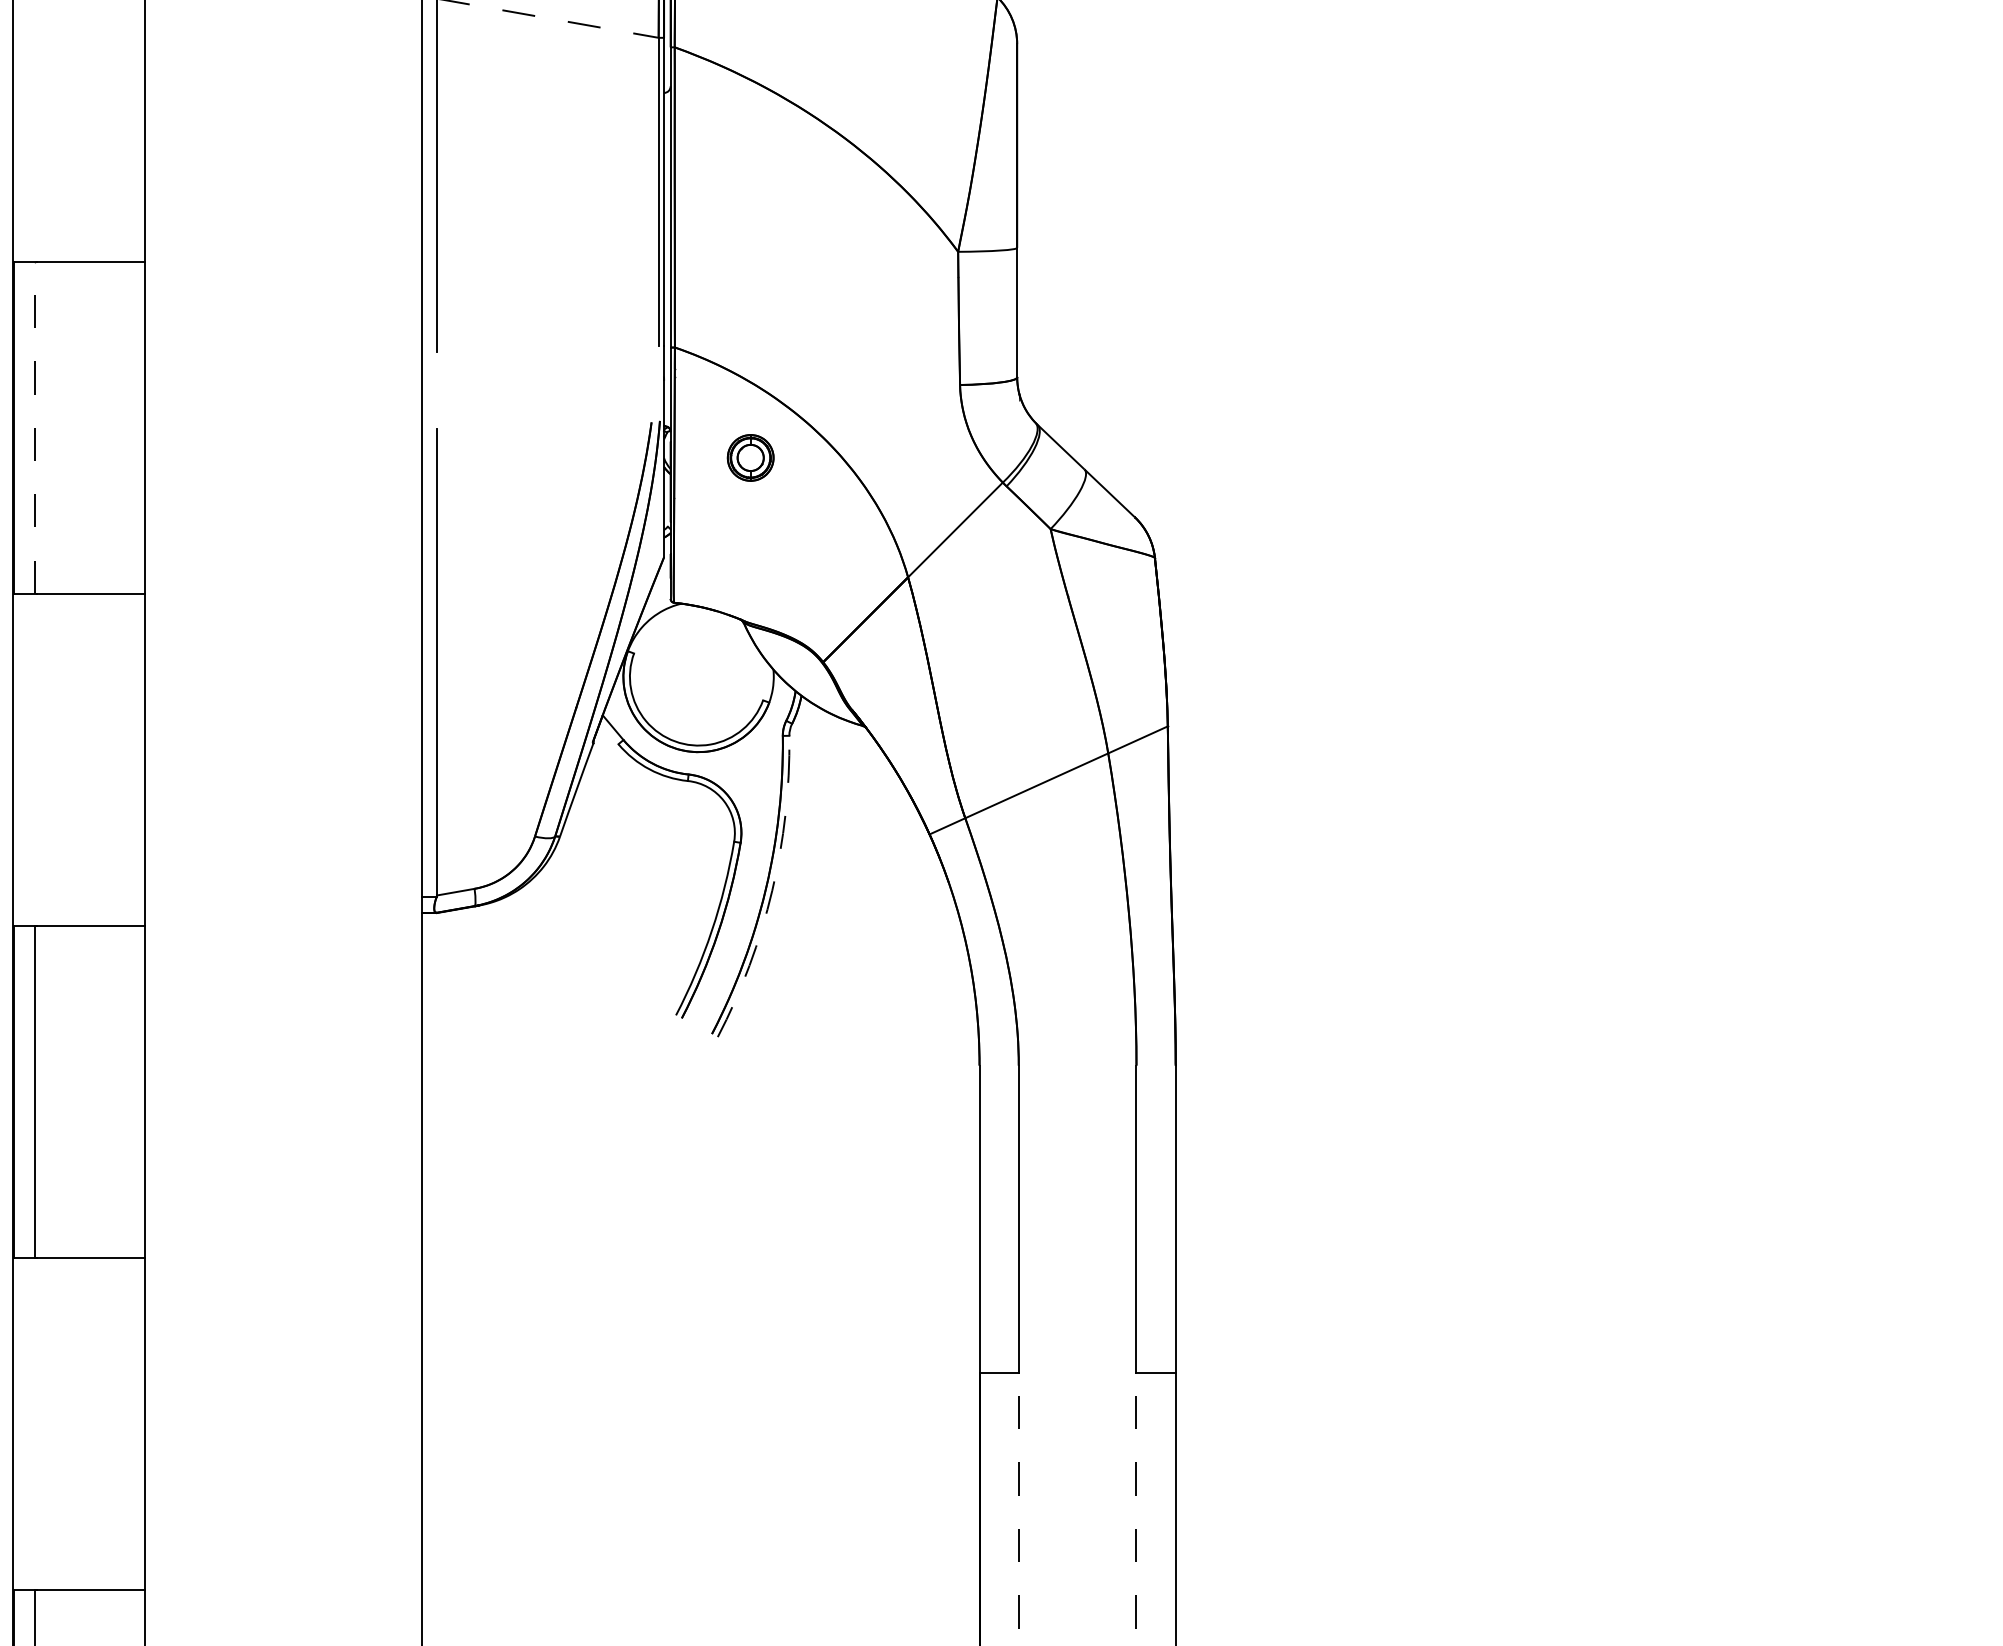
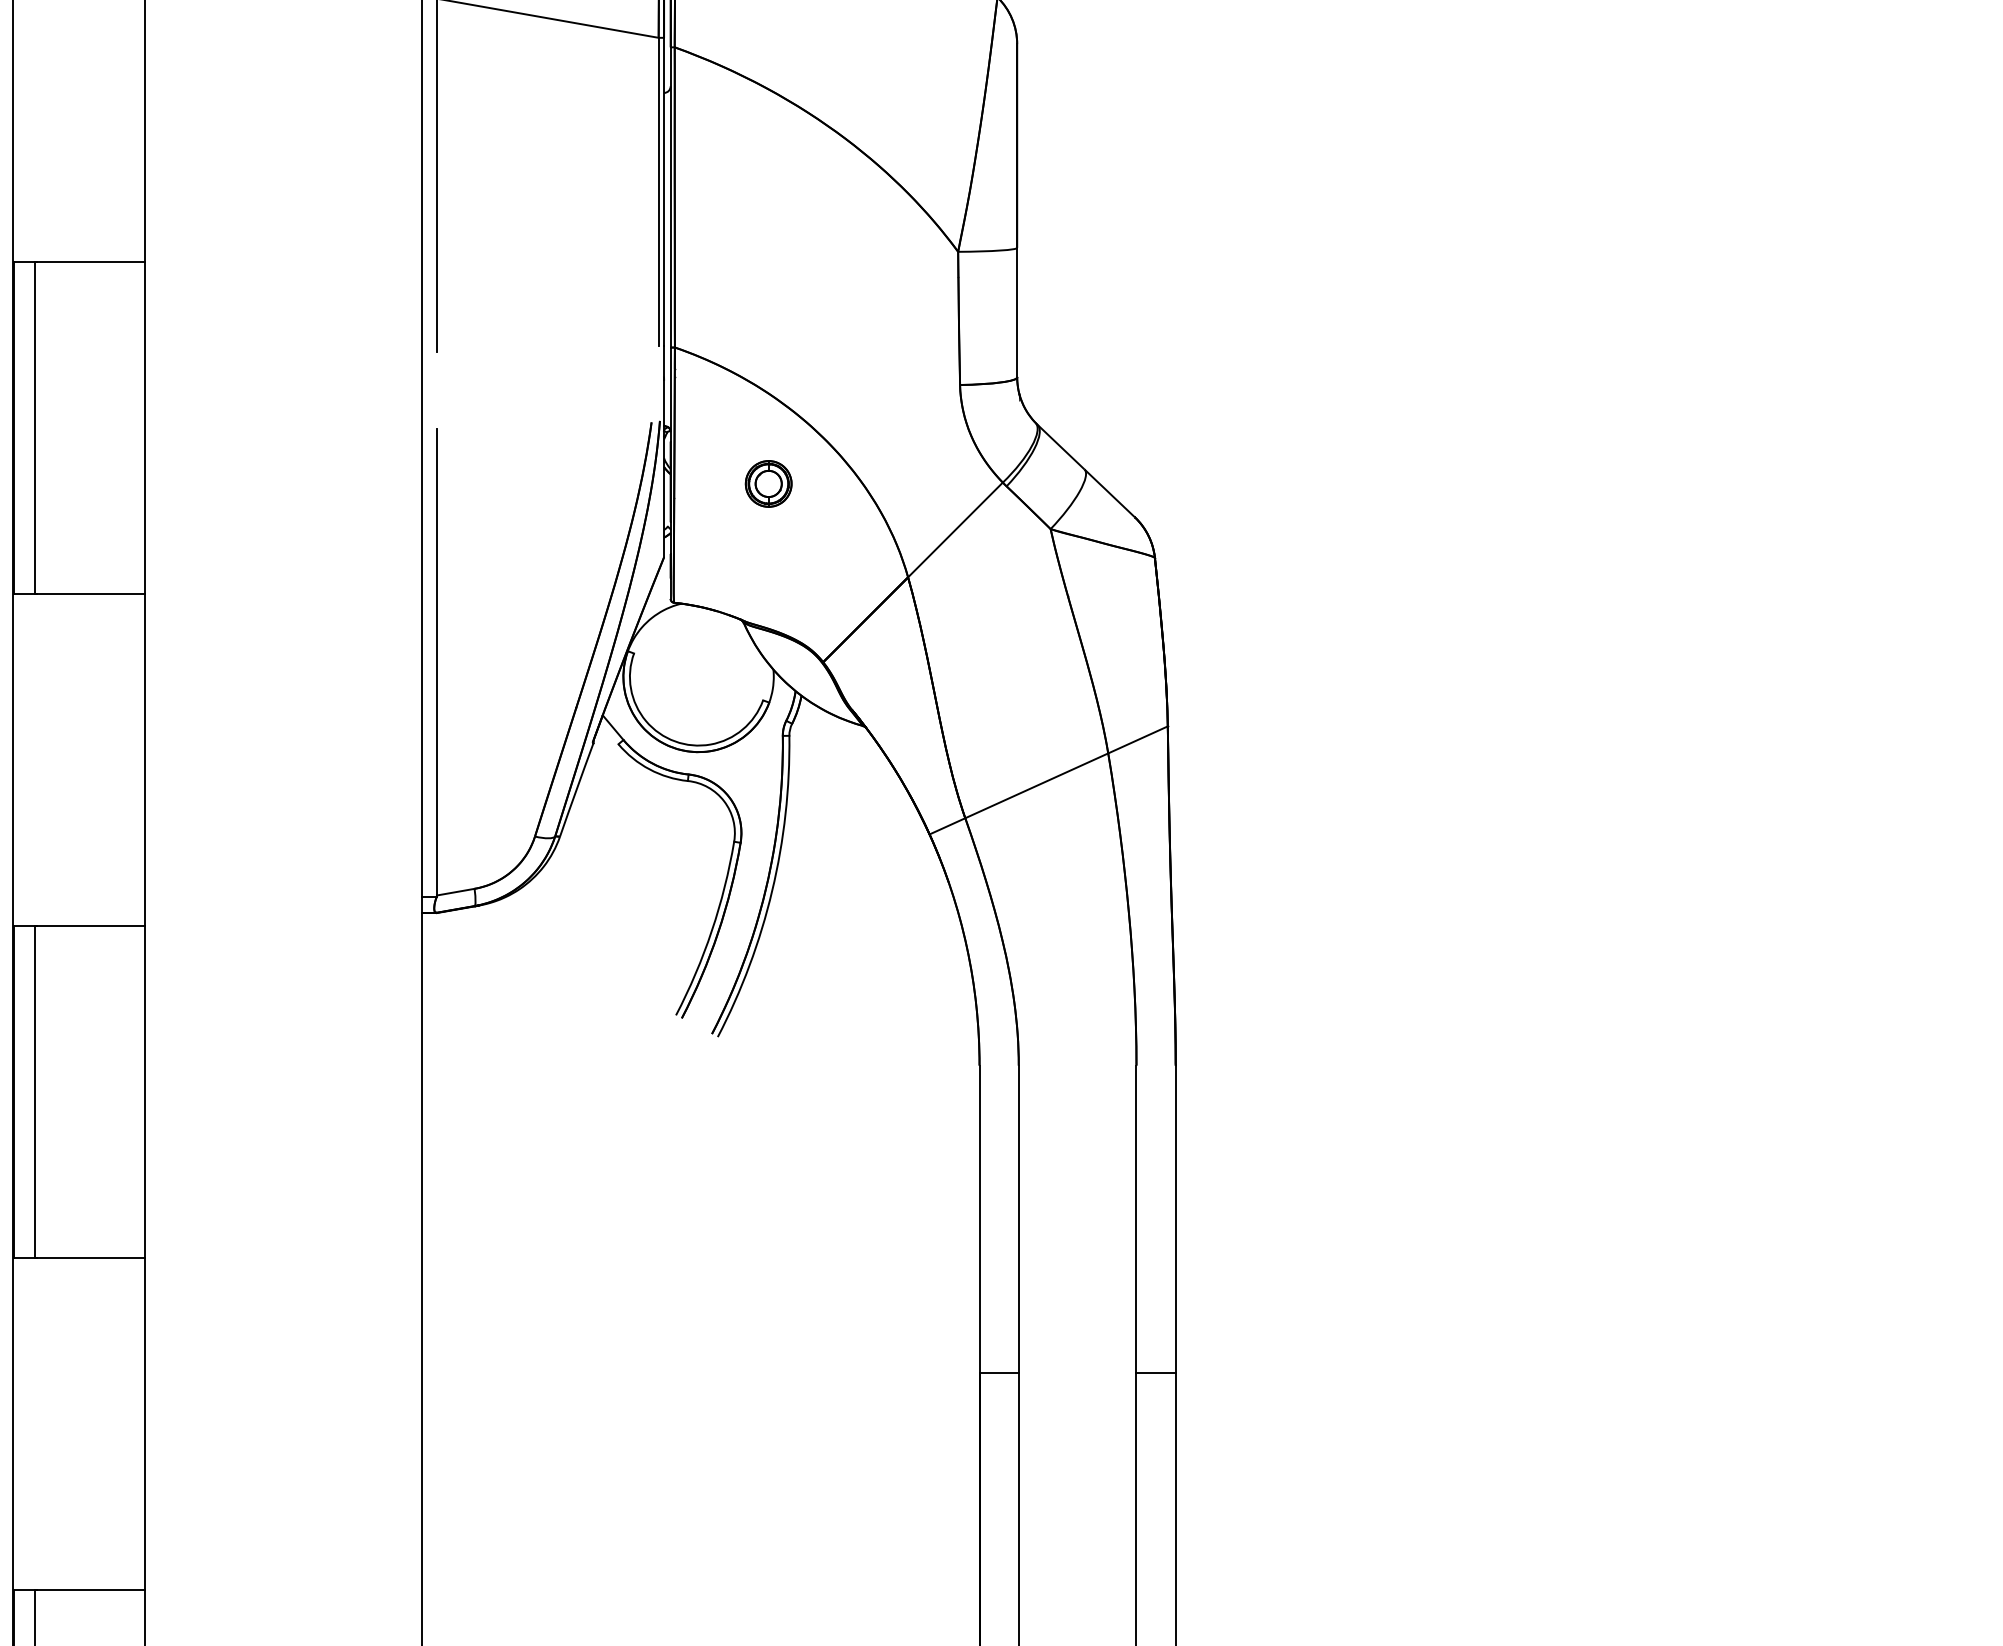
line at (551, 18): dashed -> solid
line at (35, 427): dashed -> solid
part at (750, 457) position: (750, 457) -> (768, 483)
arc at (772, 890): dashed -> solid
line at (1018, 1509): dashed -> solid
line at (1136, 1509): dashed -> solid
